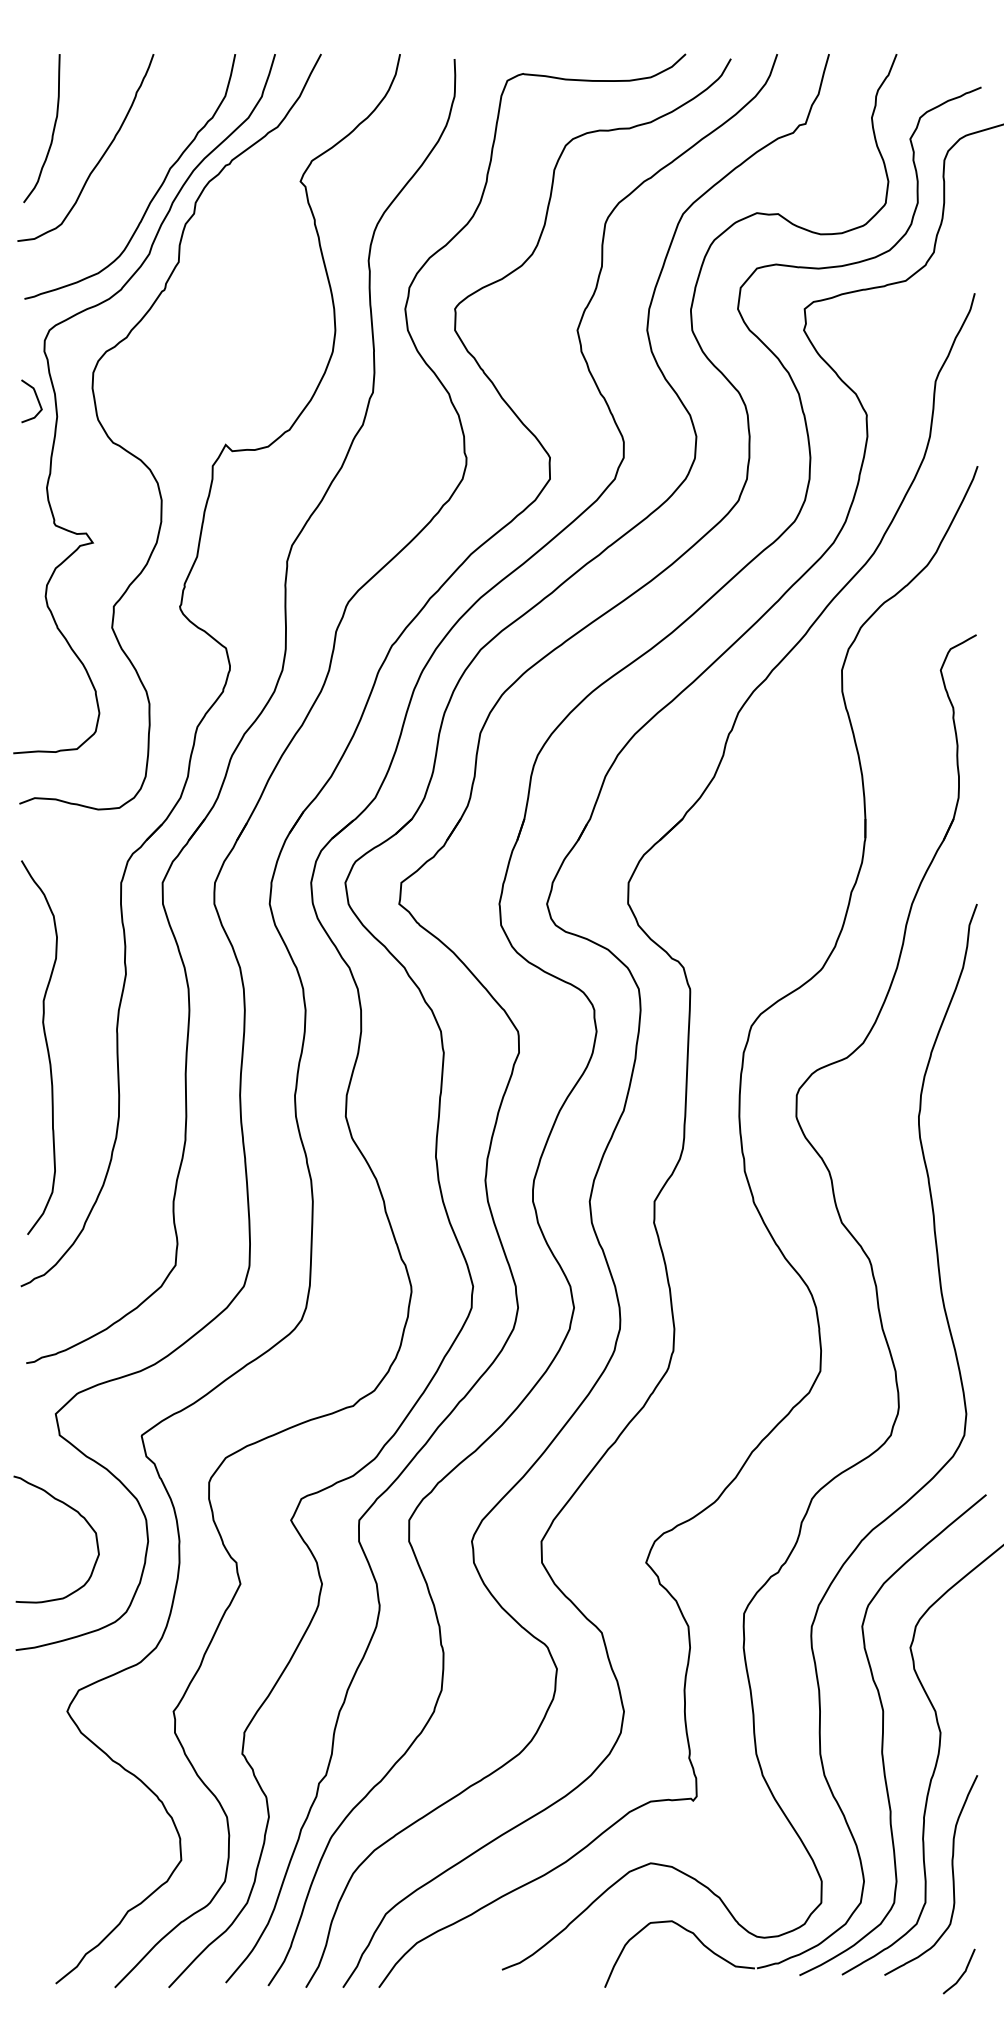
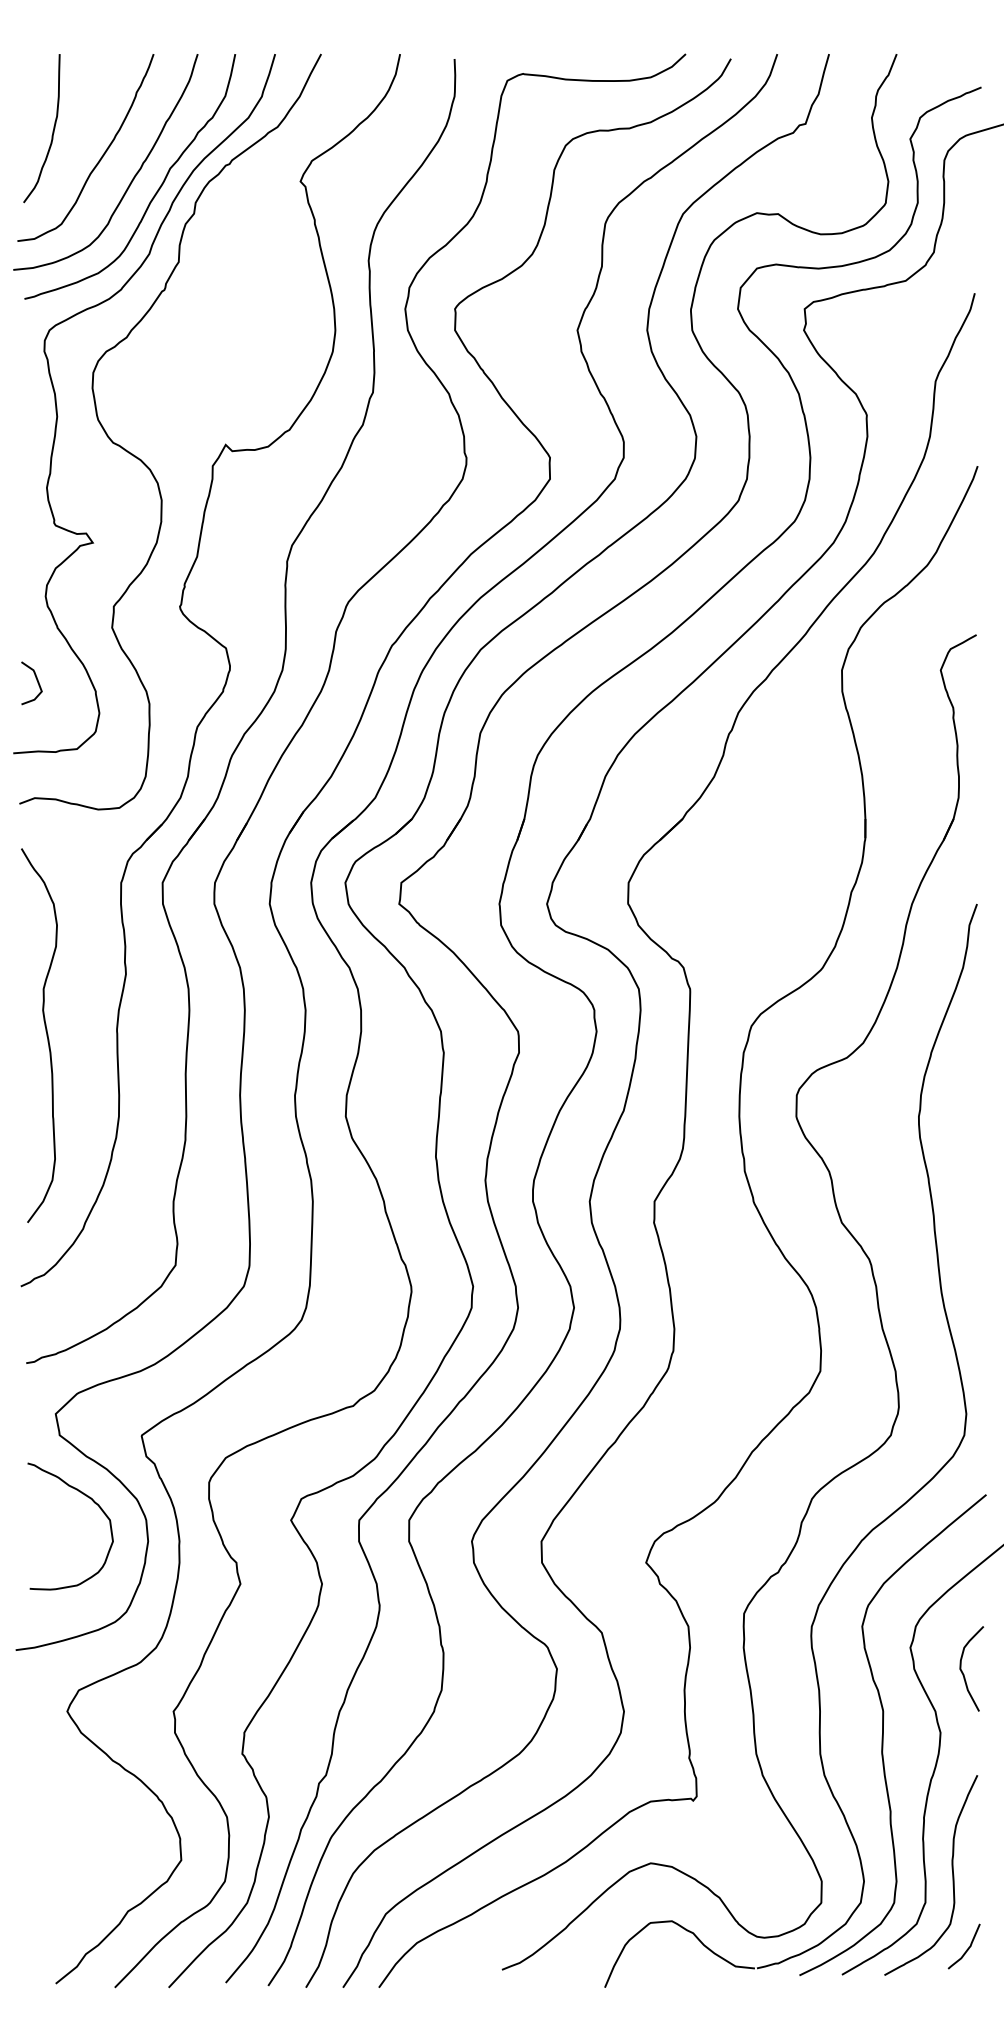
curve at (133, 176): none -> present
curve at (36, 398) position: (36, 398) -> (36, 680)
curve at (46, 1047) position: (46, 1047) -> (46, 1035)
curve at (79, 1515) position: (79, 1515) -> (93, 1502)
curve at (963, 1672): none -> present
curve at (961, 1974) position: (961, 1974) -> (966, 1949)
